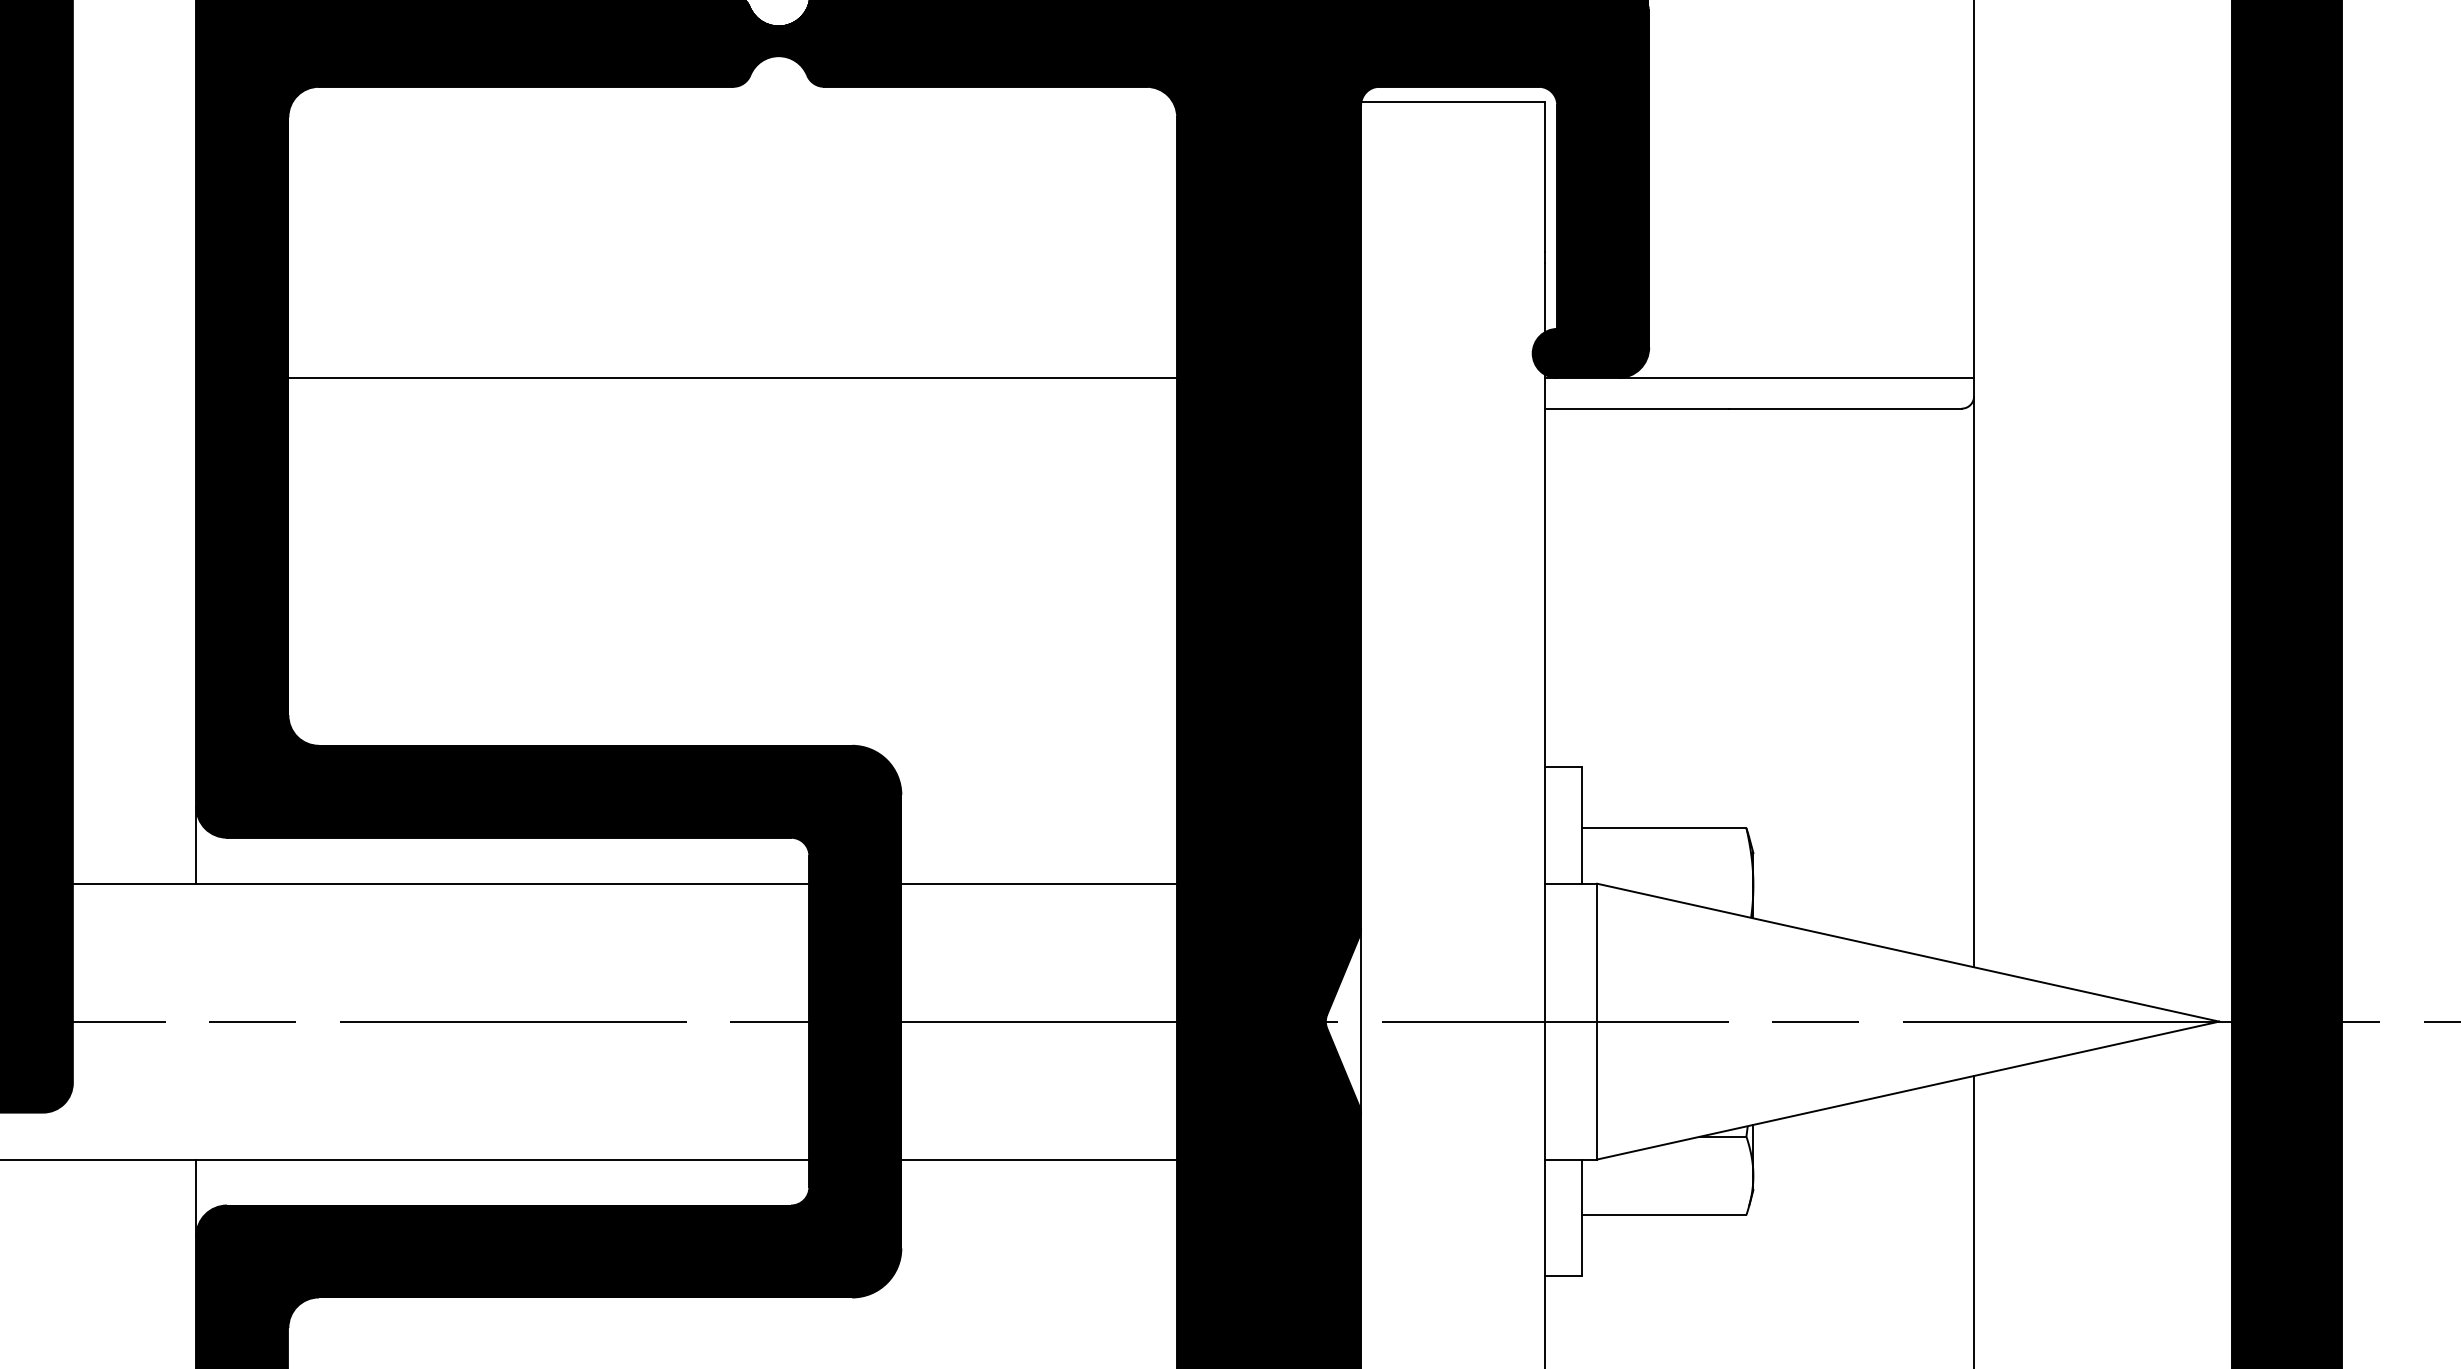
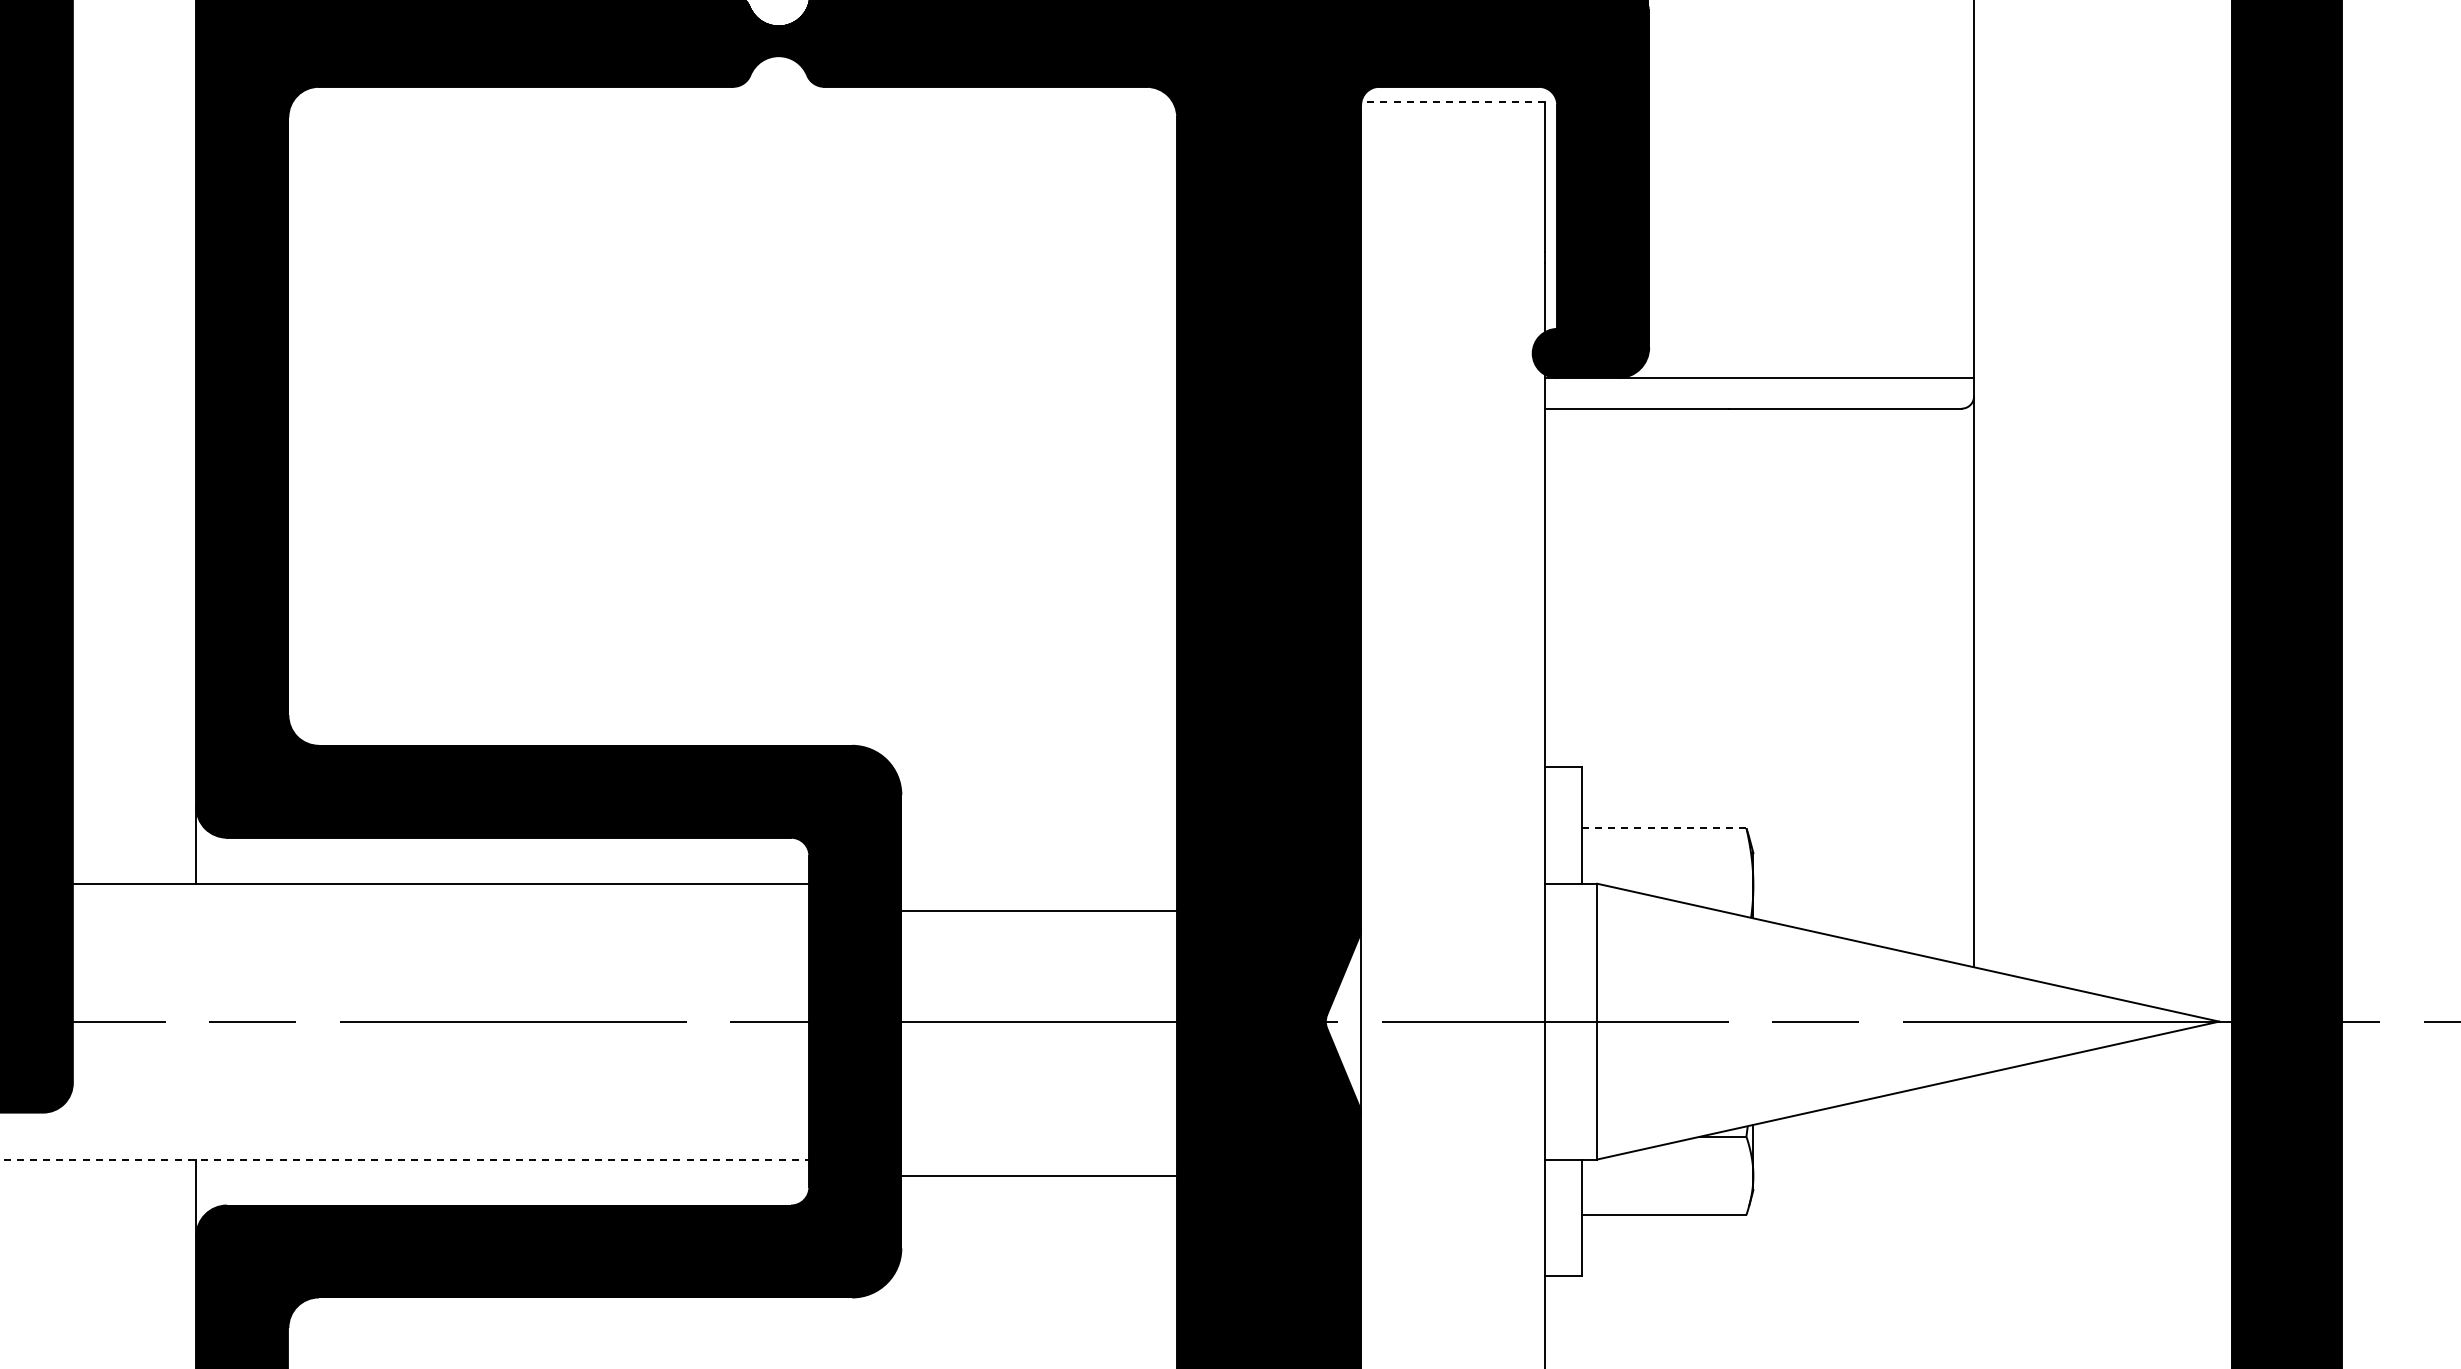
line at (1453, 102): solid -> dashed
line at (732, 378): present -> none
line at (1663, 828): solid -> dashed
line at (1039, 883) position: (1039, 883) -> (1039, 910)
line at (405, 1159): solid -> dashed
line at (1039, 1159) position: (1039, 1159) -> (1039, 1175)
line at (1974, 1220): present -> none
